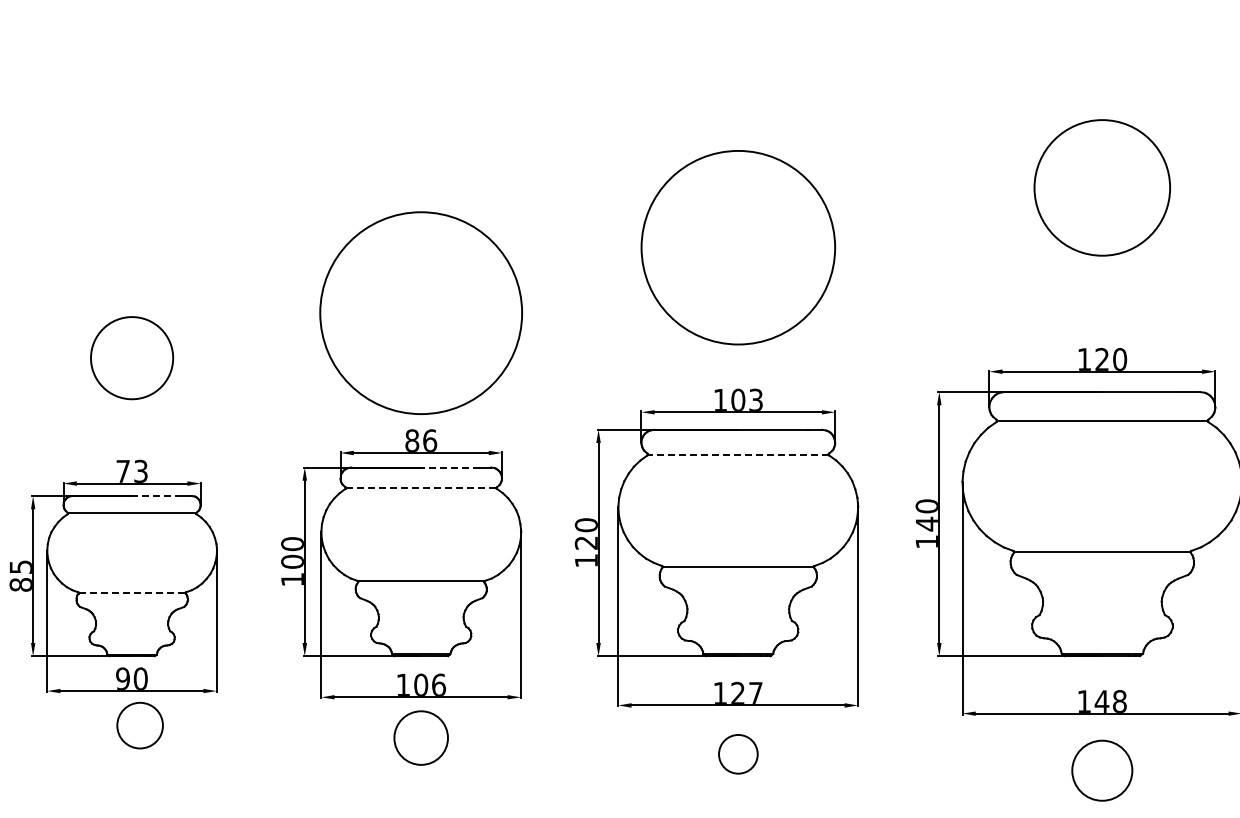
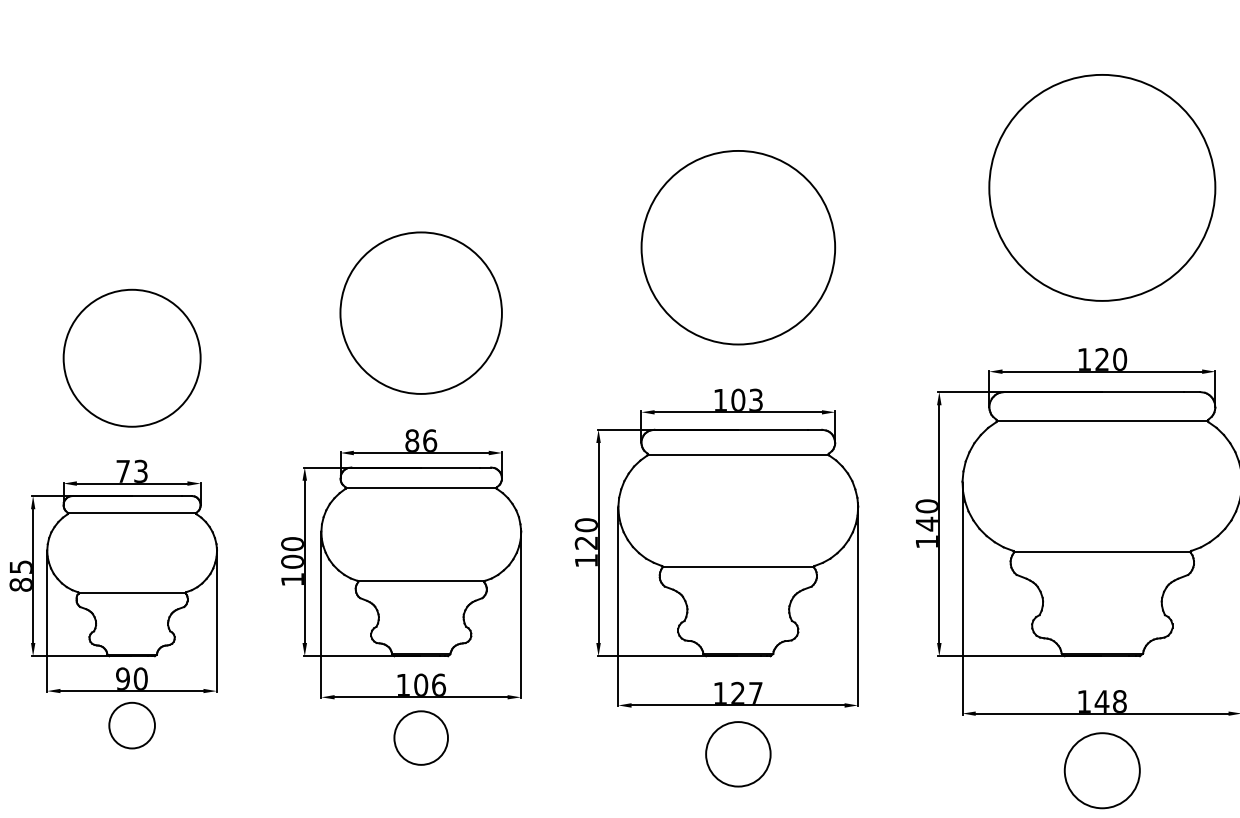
circle at (1102, 187) diameter: 136 px -> 226 px
circle at (421, 313) diameter: 202 px -> 162 px
circle at (132, 358) size: 85x85 px -> 140x140 px
line at (737, 454): dashed -> solid
line at (449, 467): dashed -> solid
line at (420, 488): dashed -> solid
line at (156, 496): dashed -> solid
line at (132, 592): dashed -> solid
circle at (139, 725) position: (139, 725) -> (131, 725)
circle at (738, 753) diameter: 39 px -> 65 px
circle at (1102, 770) diameter: 60 px -> 75 px
